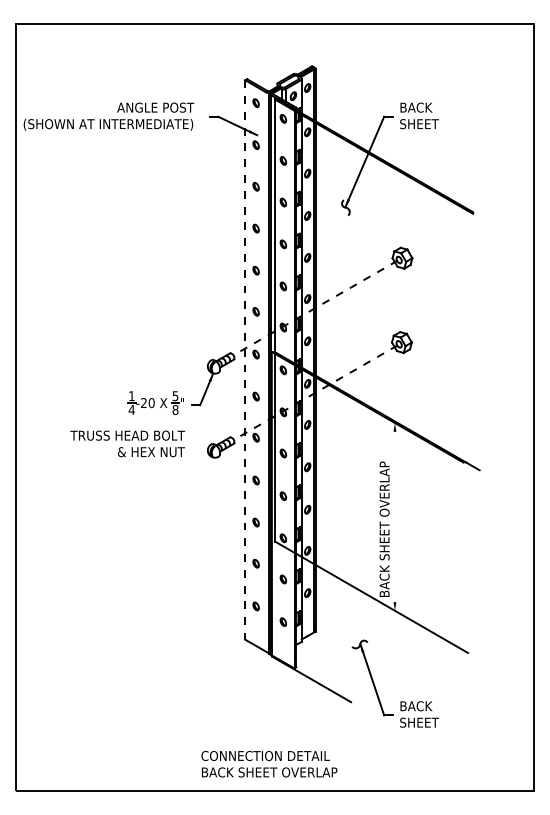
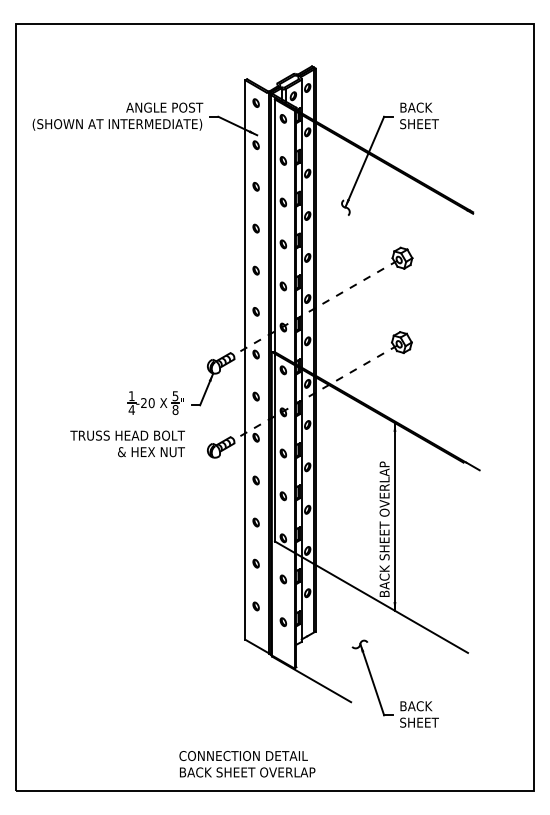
text at (108, 116) position: (108, 116) -> (117, 116)
line at (245, 360): dashed -> solid
line at (394, 516): none -> present
text at (269, 764) position: (269, 764) -> (247, 764)
